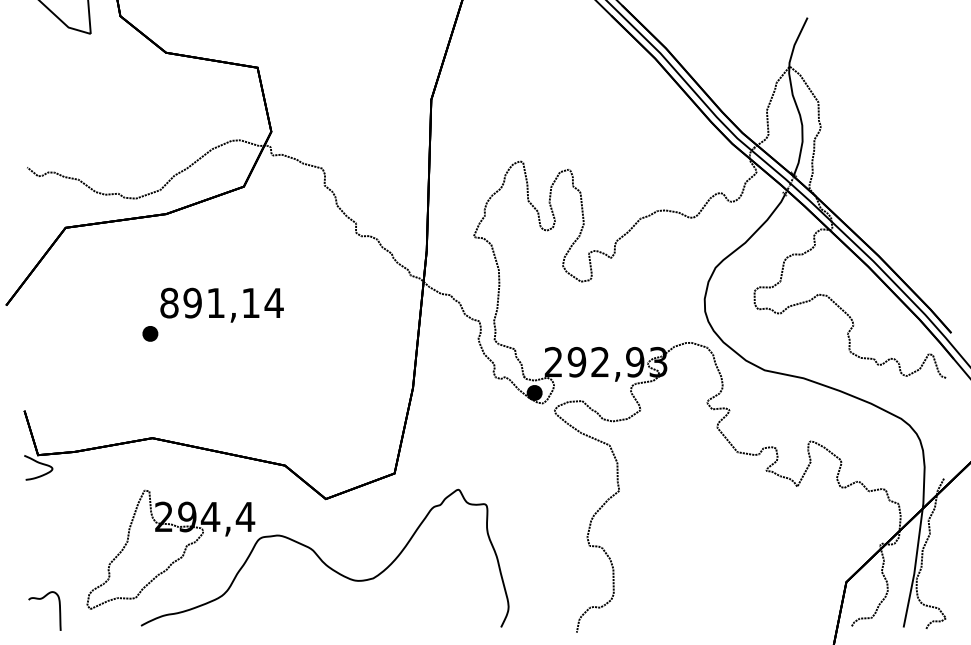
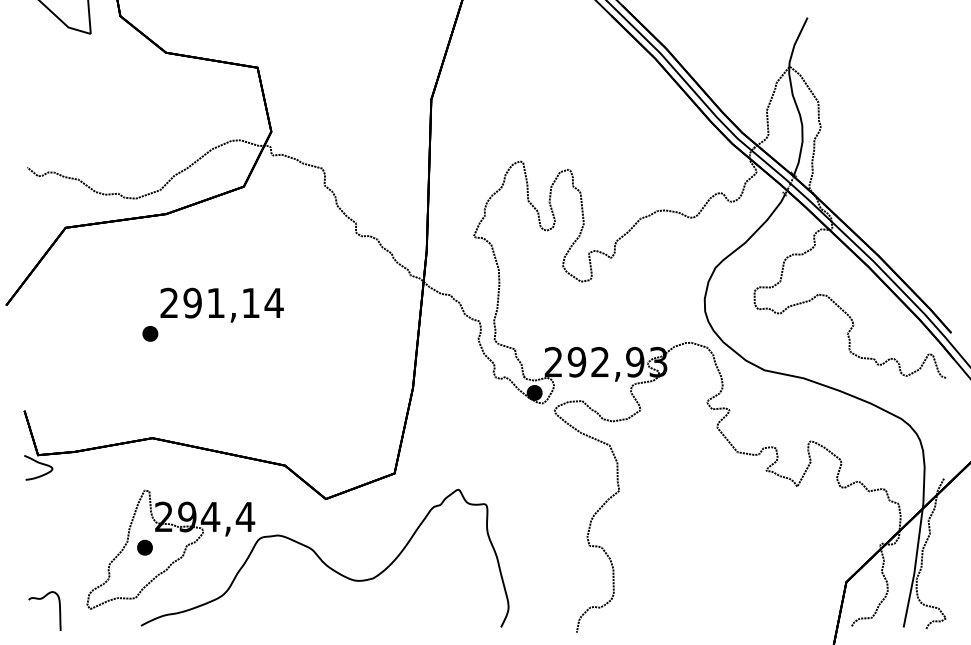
text at (169, 302): 891,14 -> 291,14
part at (144, 547): none -> present
